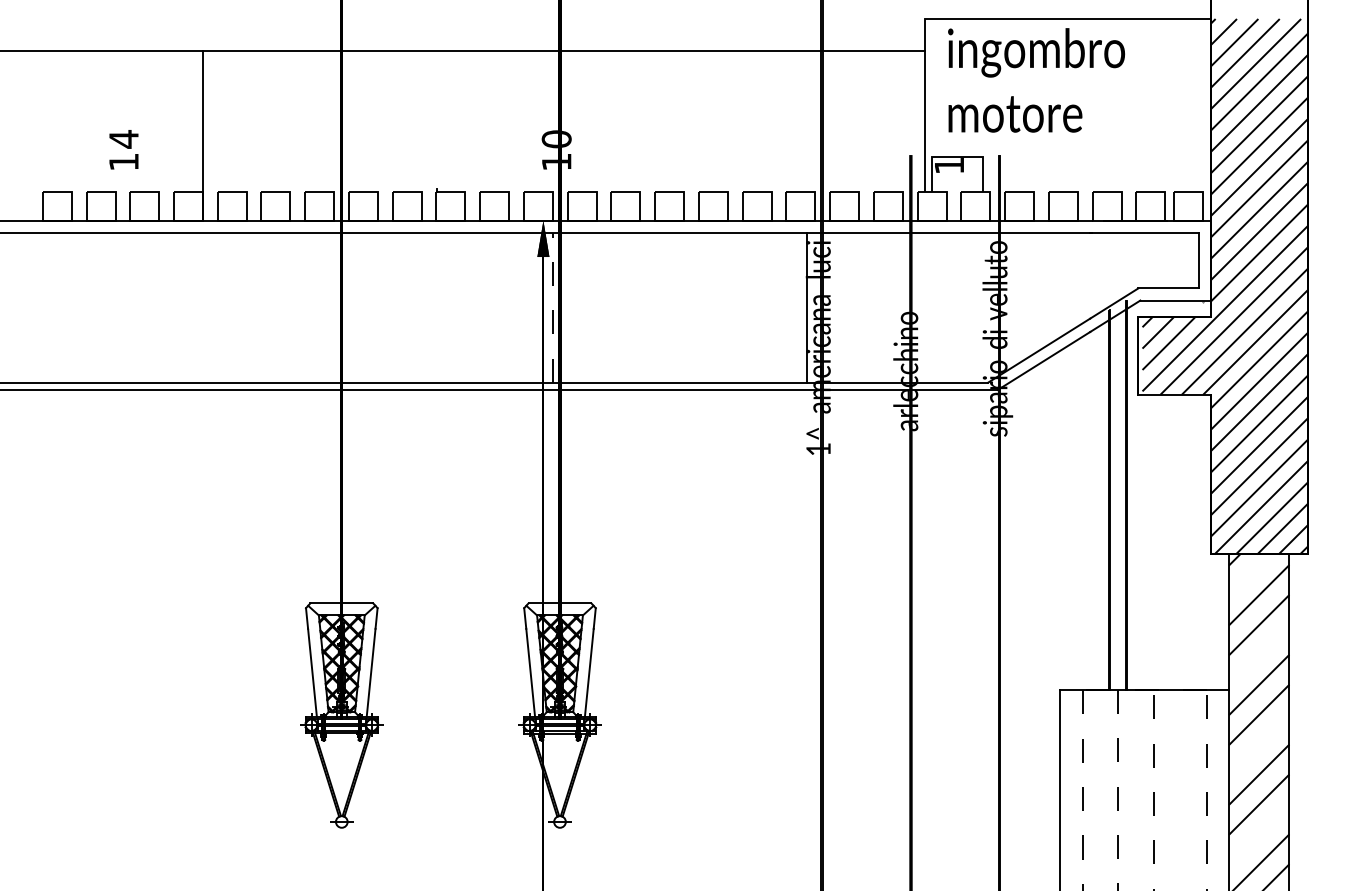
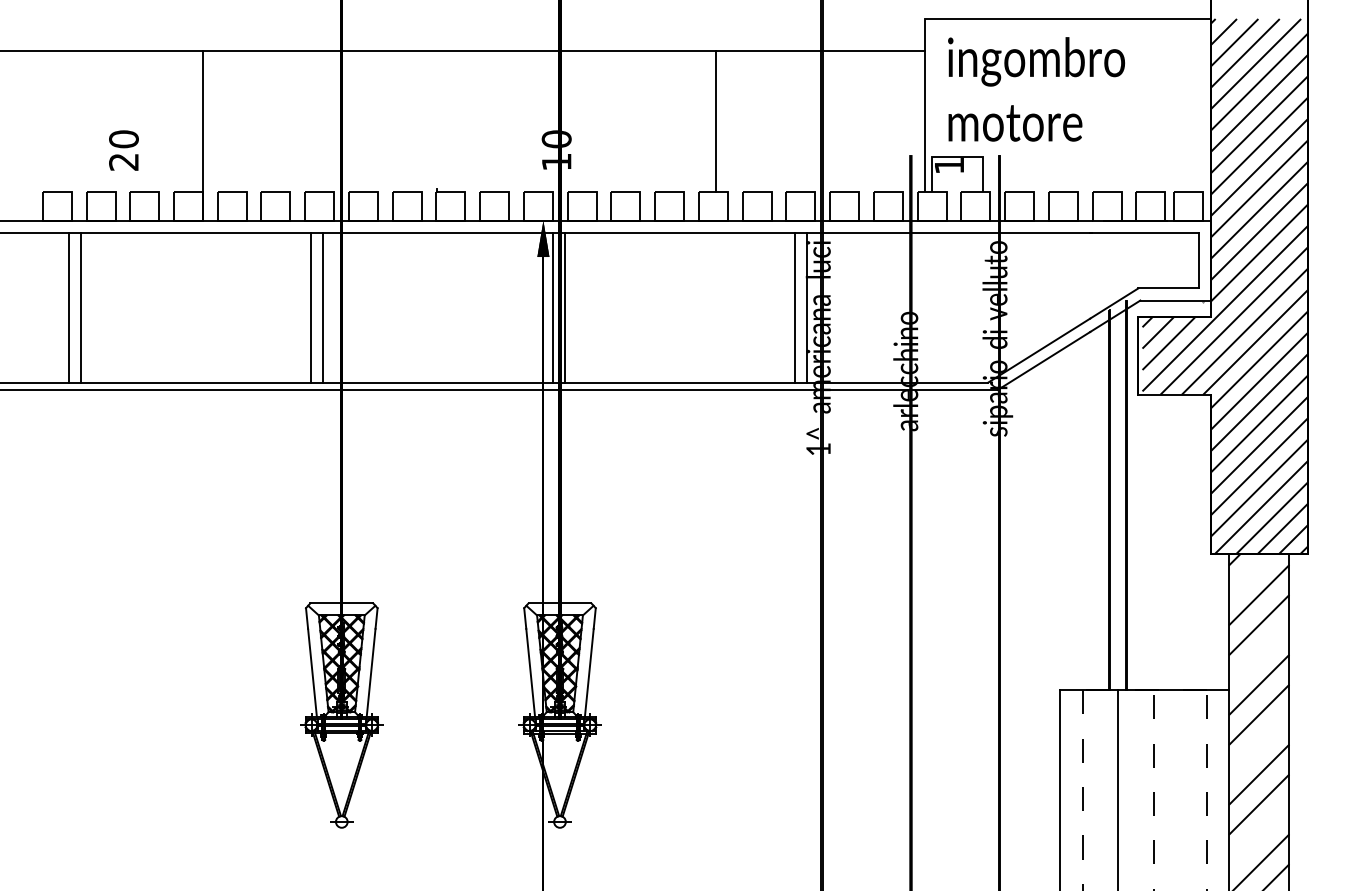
text at (1036, 80) position: (1036, 80) -> (1036, 89)
line at (716, 121): none -> present
text at (123, 150): 14 -> 20
line at (69, 307): none -> present
line at (81, 307): none -> present
line at (311, 307): none -> present
line at (323, 307): none -> present
line at (552, 307): dashed -> solid
line at (565, 307): none -> present
line at (794, 307): none -> present
line at (1118, 790): dashed -> solid
